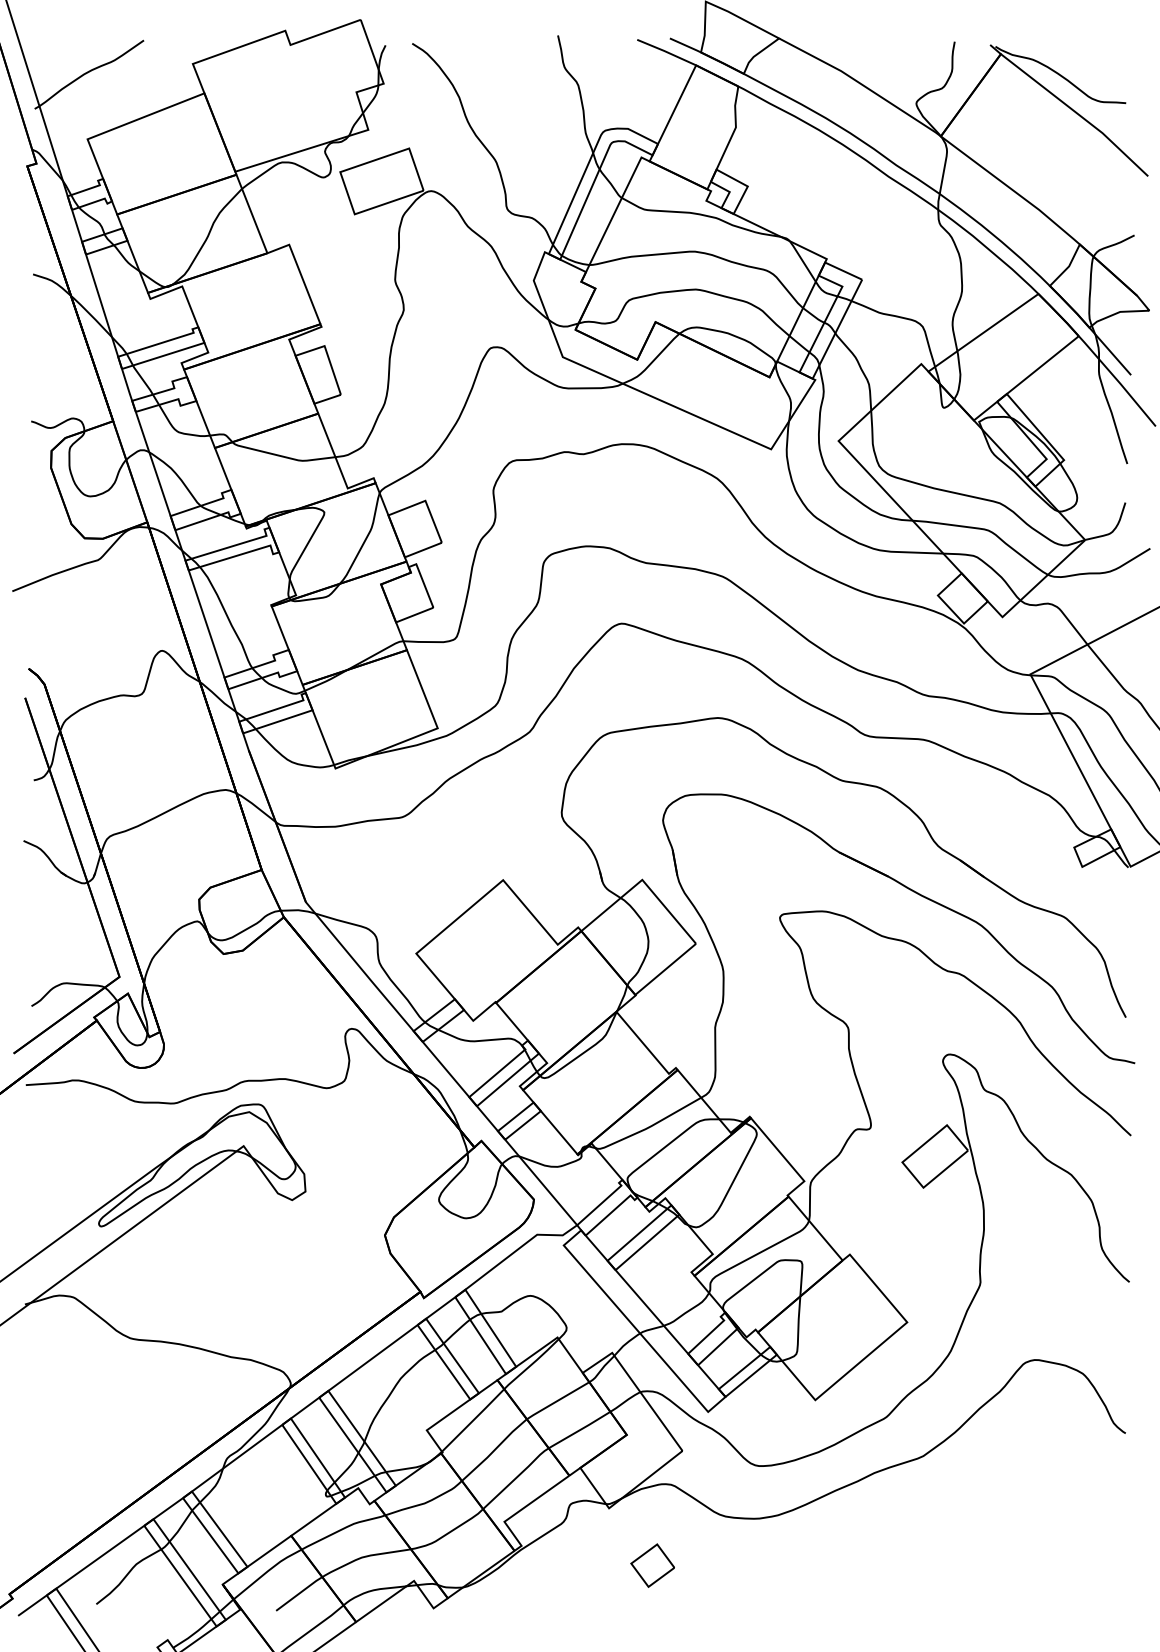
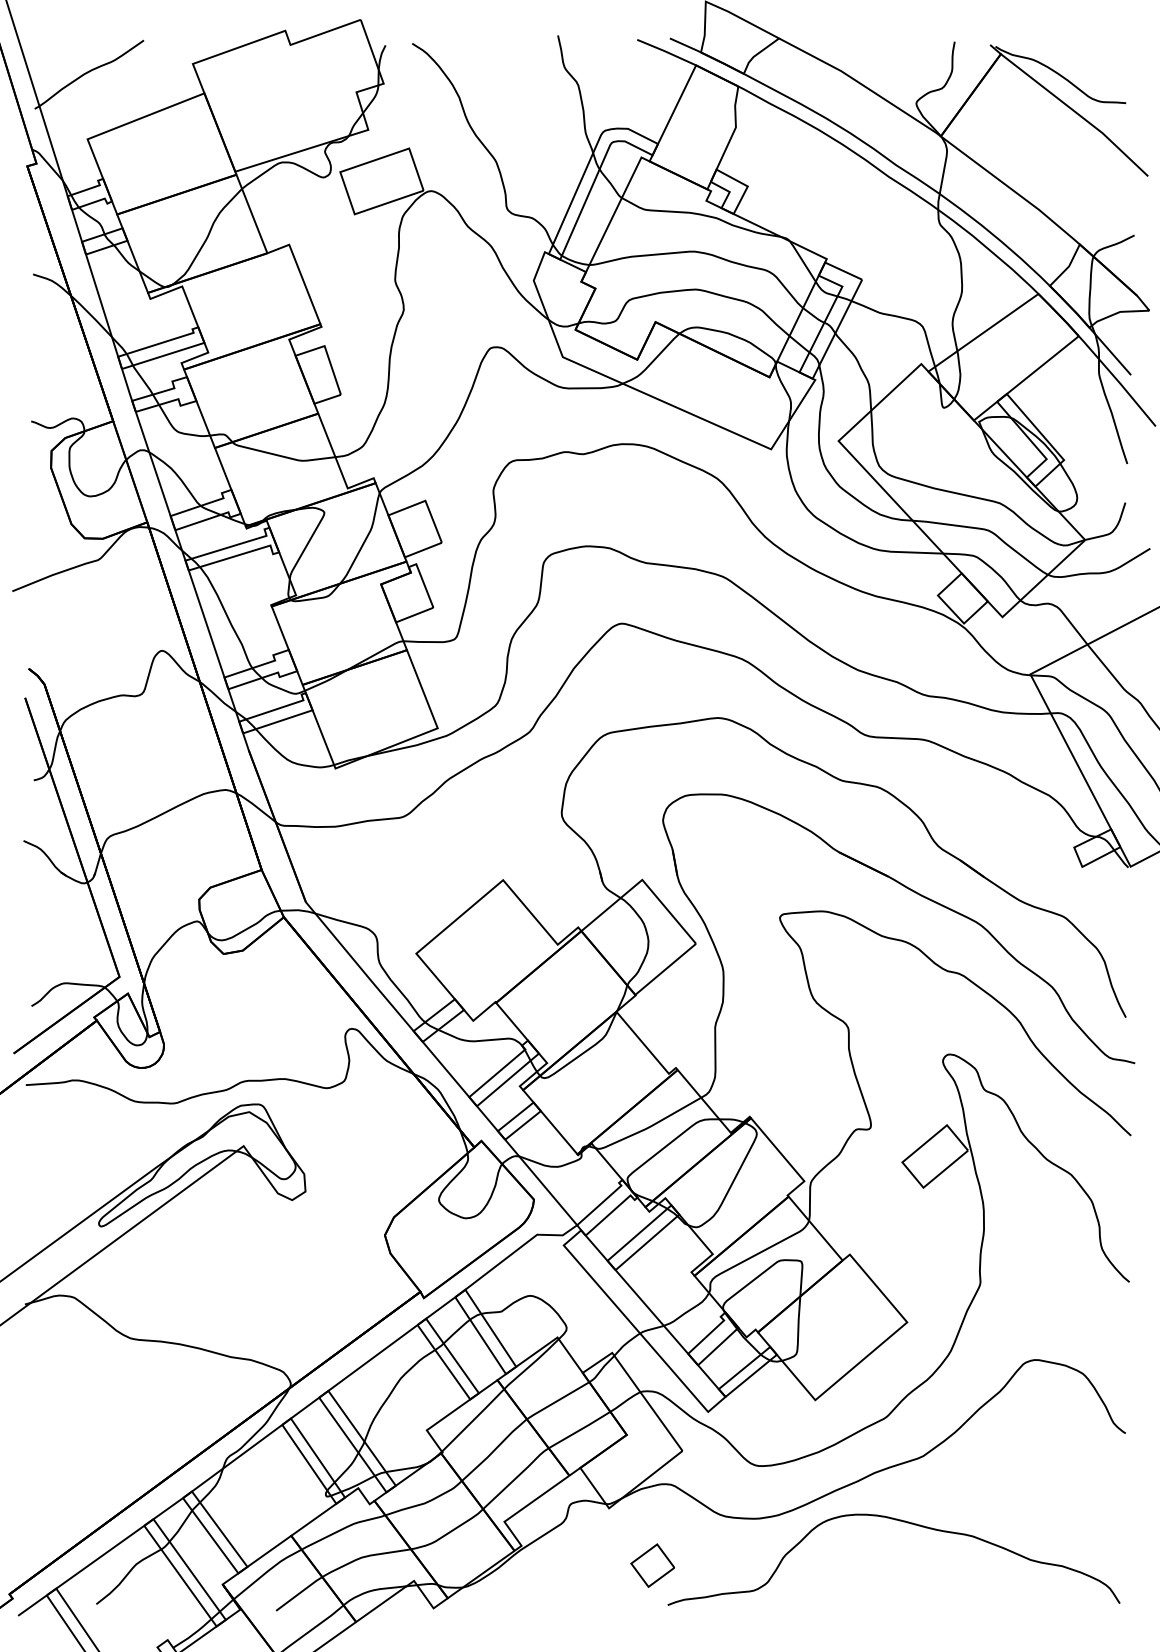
curve at (903, 1522): none -> present
